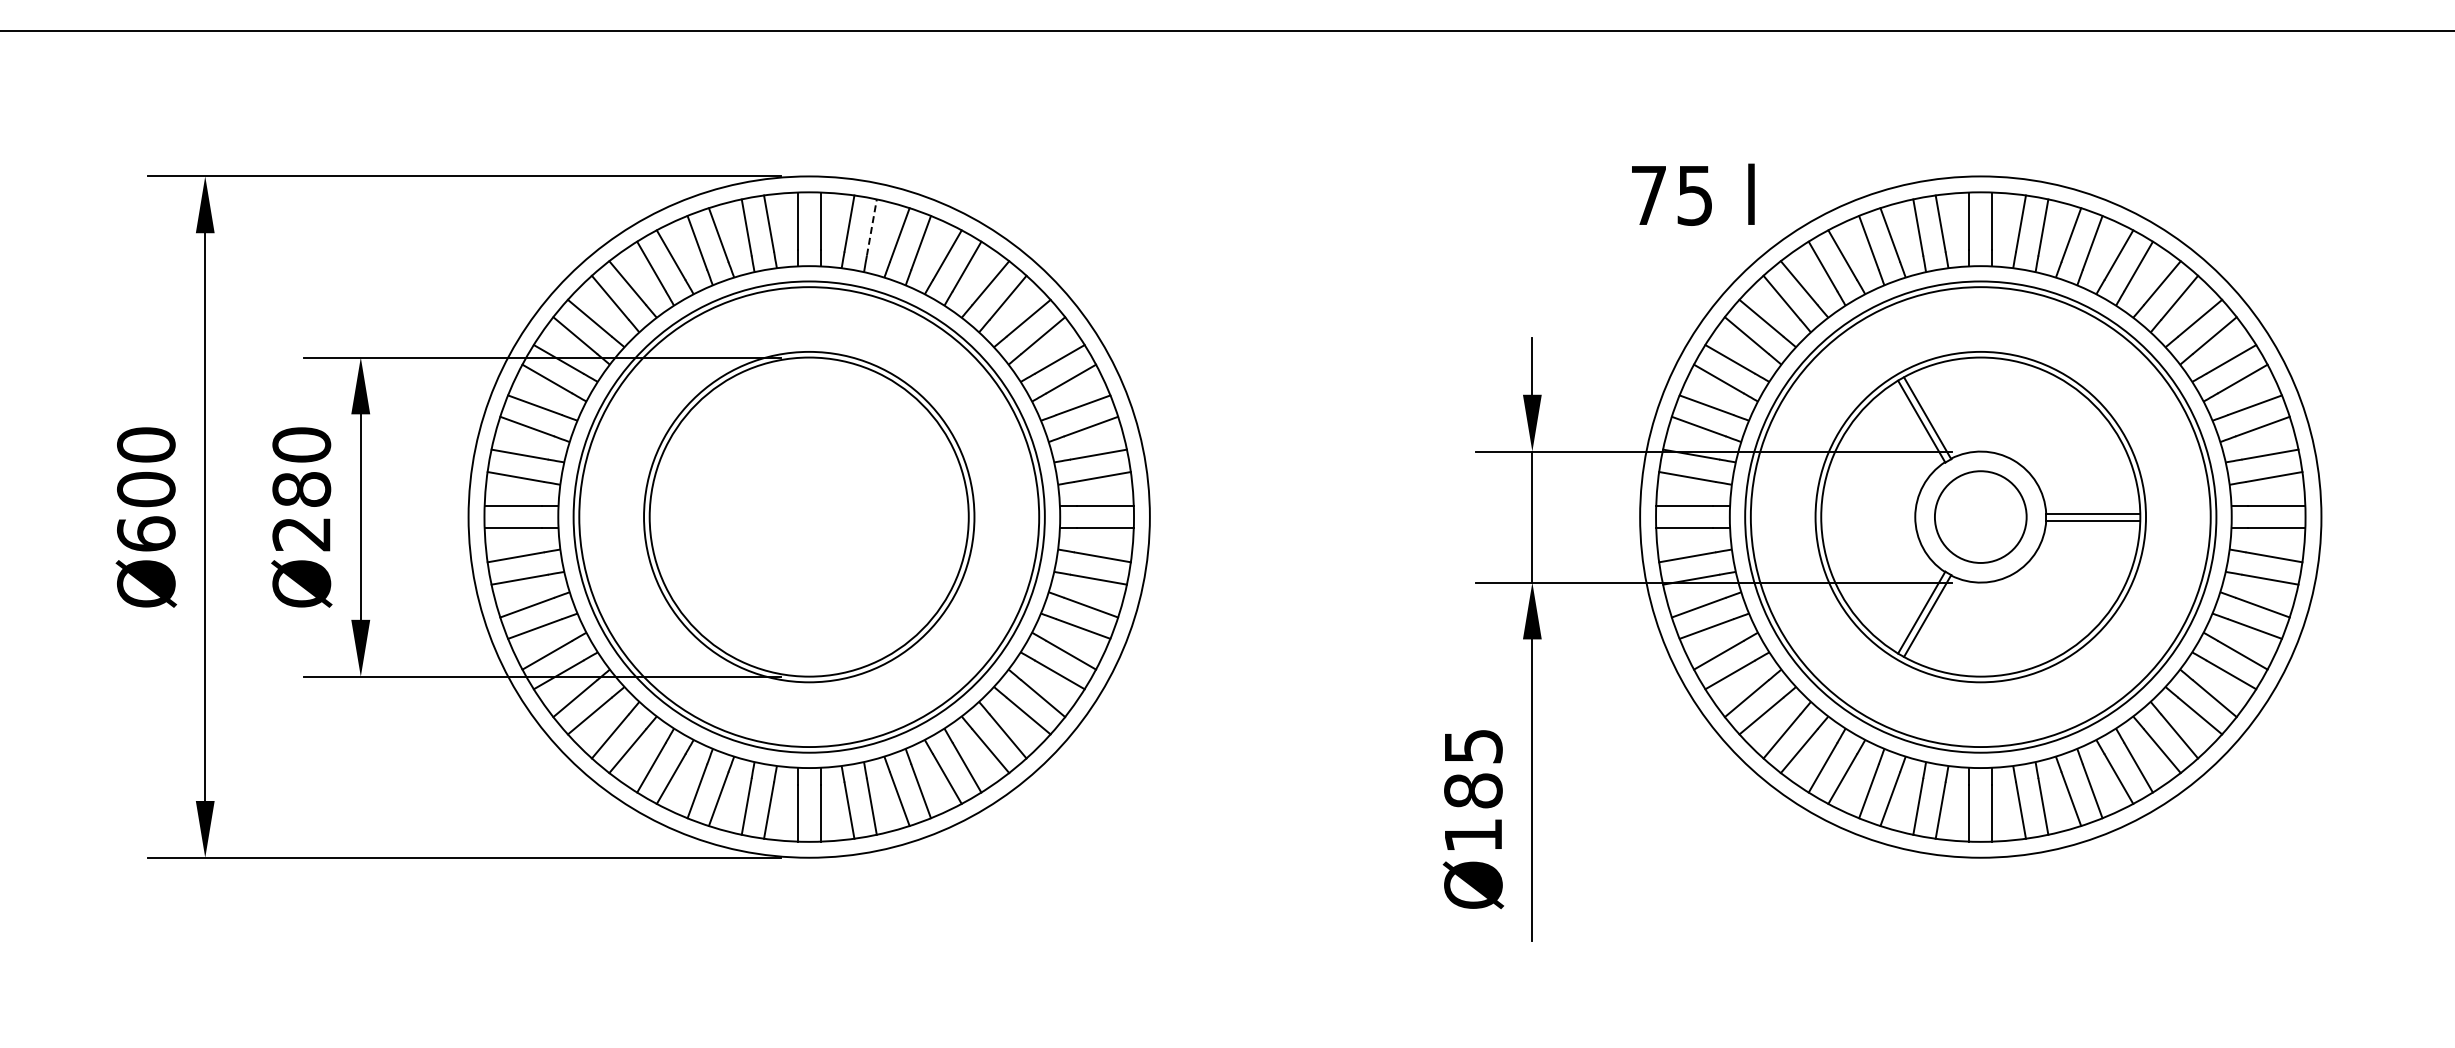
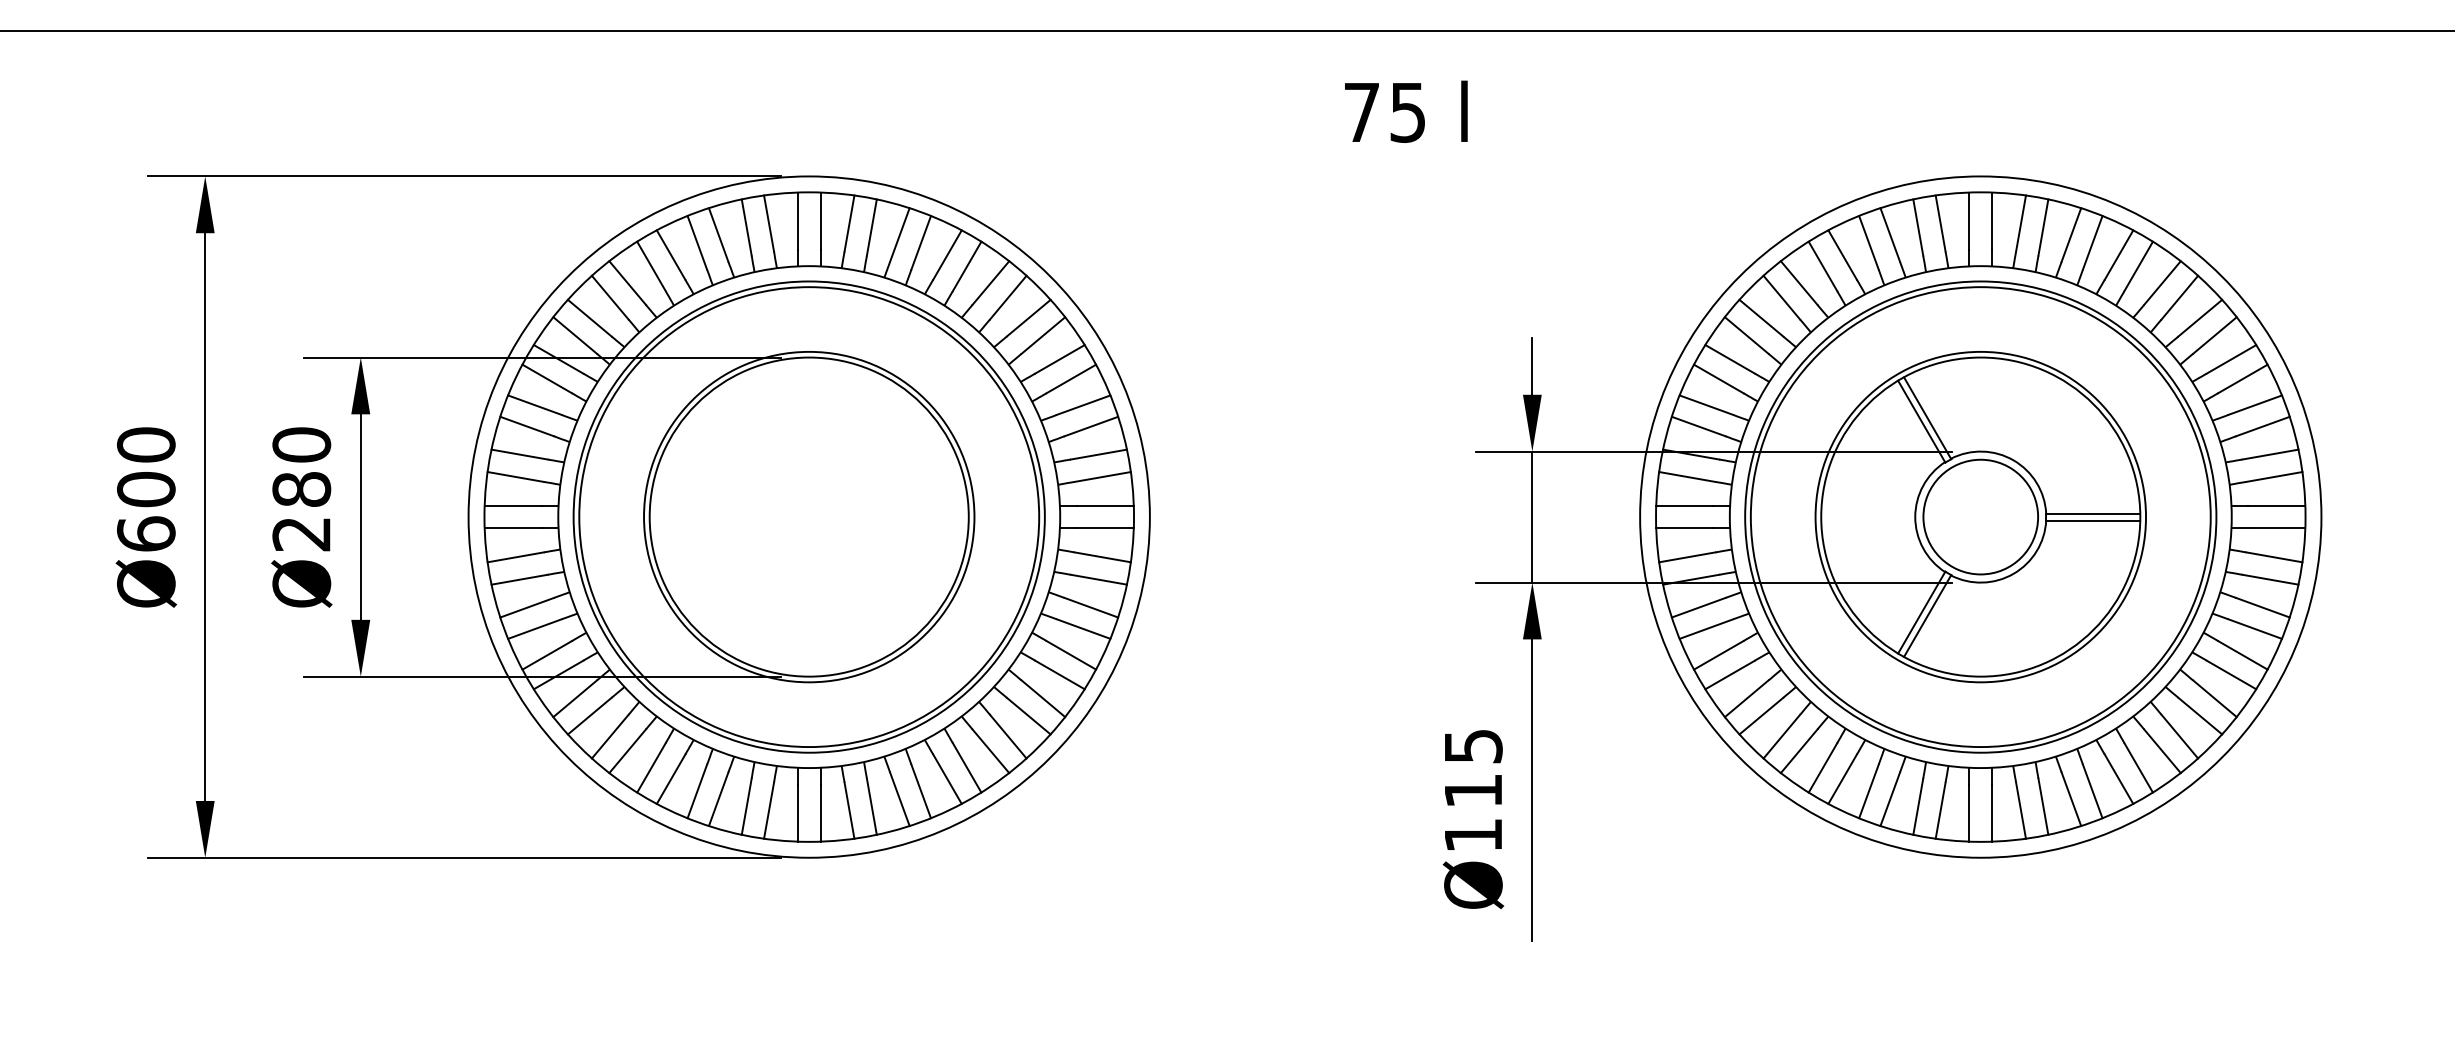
text at (1693, 194) position: (1693, 194) -> (1406, 111)
line at (871, 227): dashed -> solid
circle at (1980, 516) diameter: 92 px -> 115 px
text at (1473, 790): Ø185 -> Ø115
